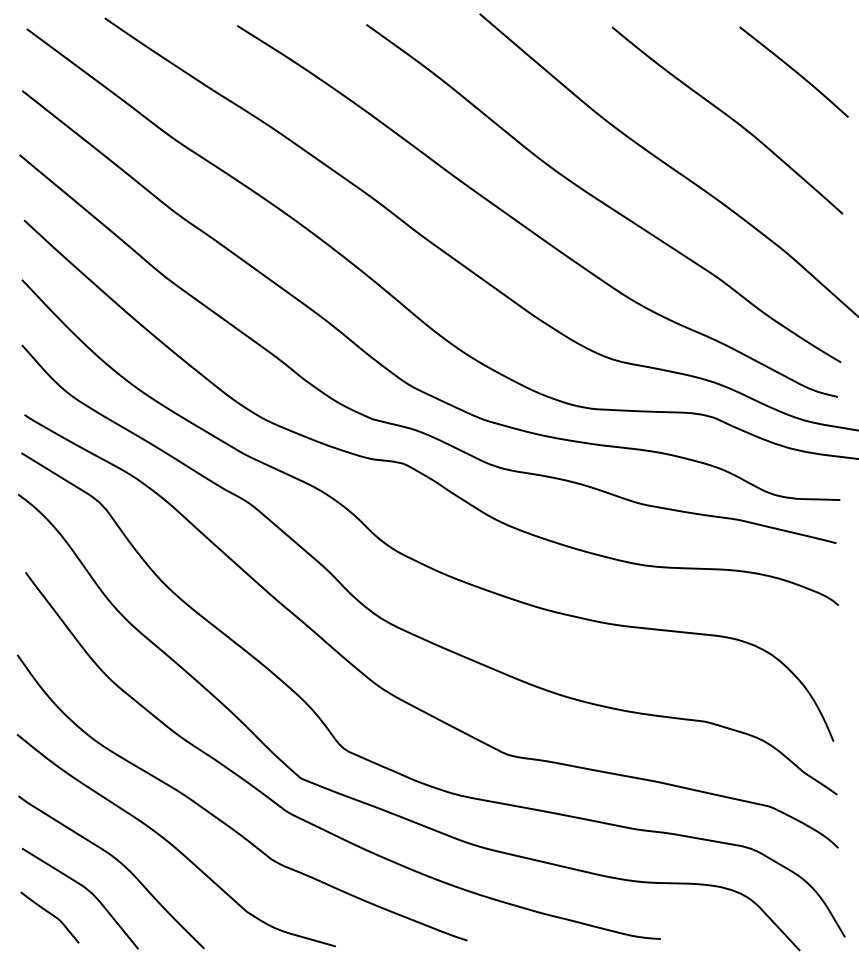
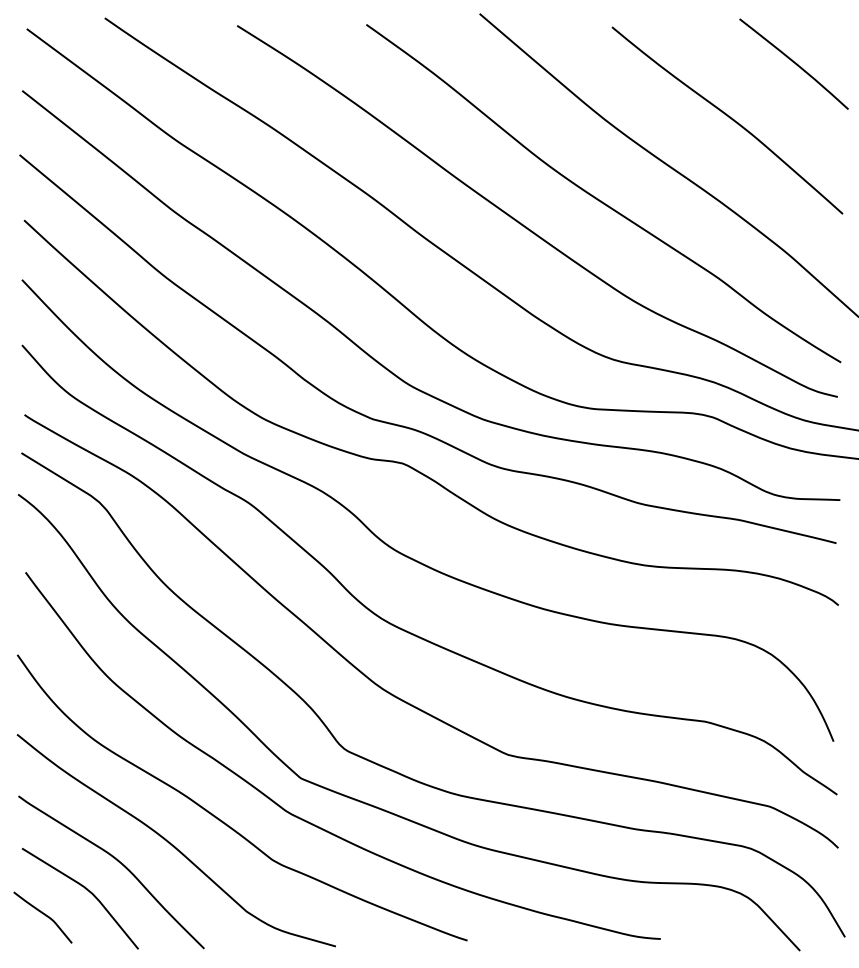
curve at (793, 70) position: (793, 70) -> (793, 62)
curve at (51, 915) position: (51, 915) -> (44, 915)
